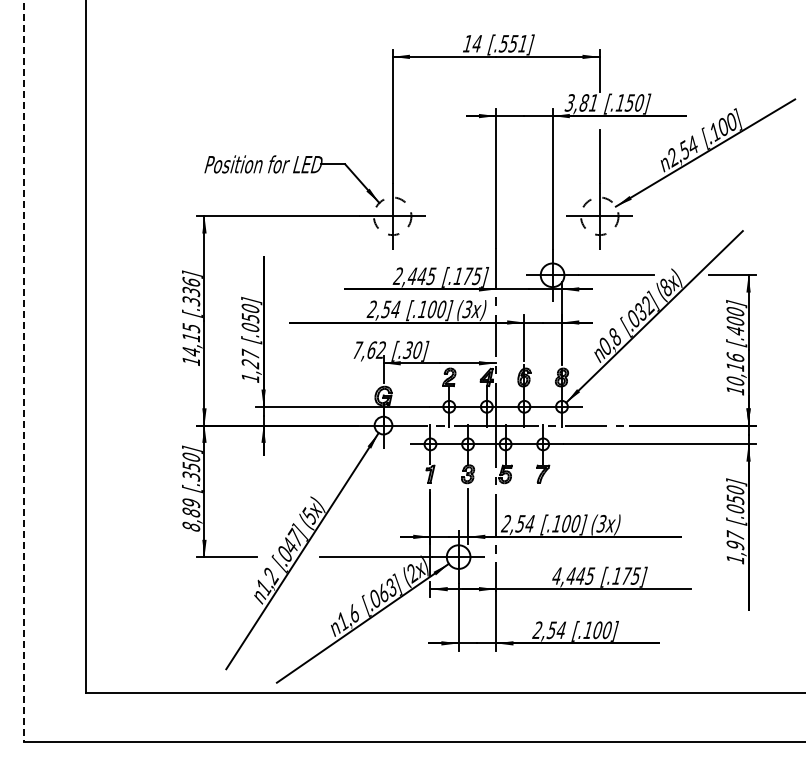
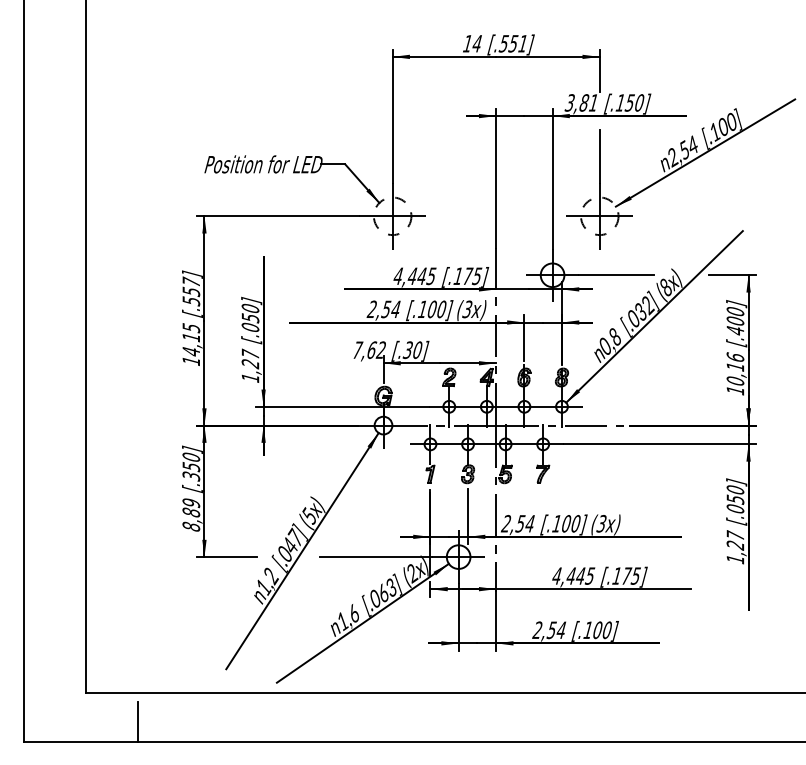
text at (397, 275): 2,445 -> 4,445
text at (191, 289): [.336] -> [.557]
line at (24, 370): dashed -> solid
text at (735, 545): 1,97 -> 1,27
line at (137, 721): none -> present
